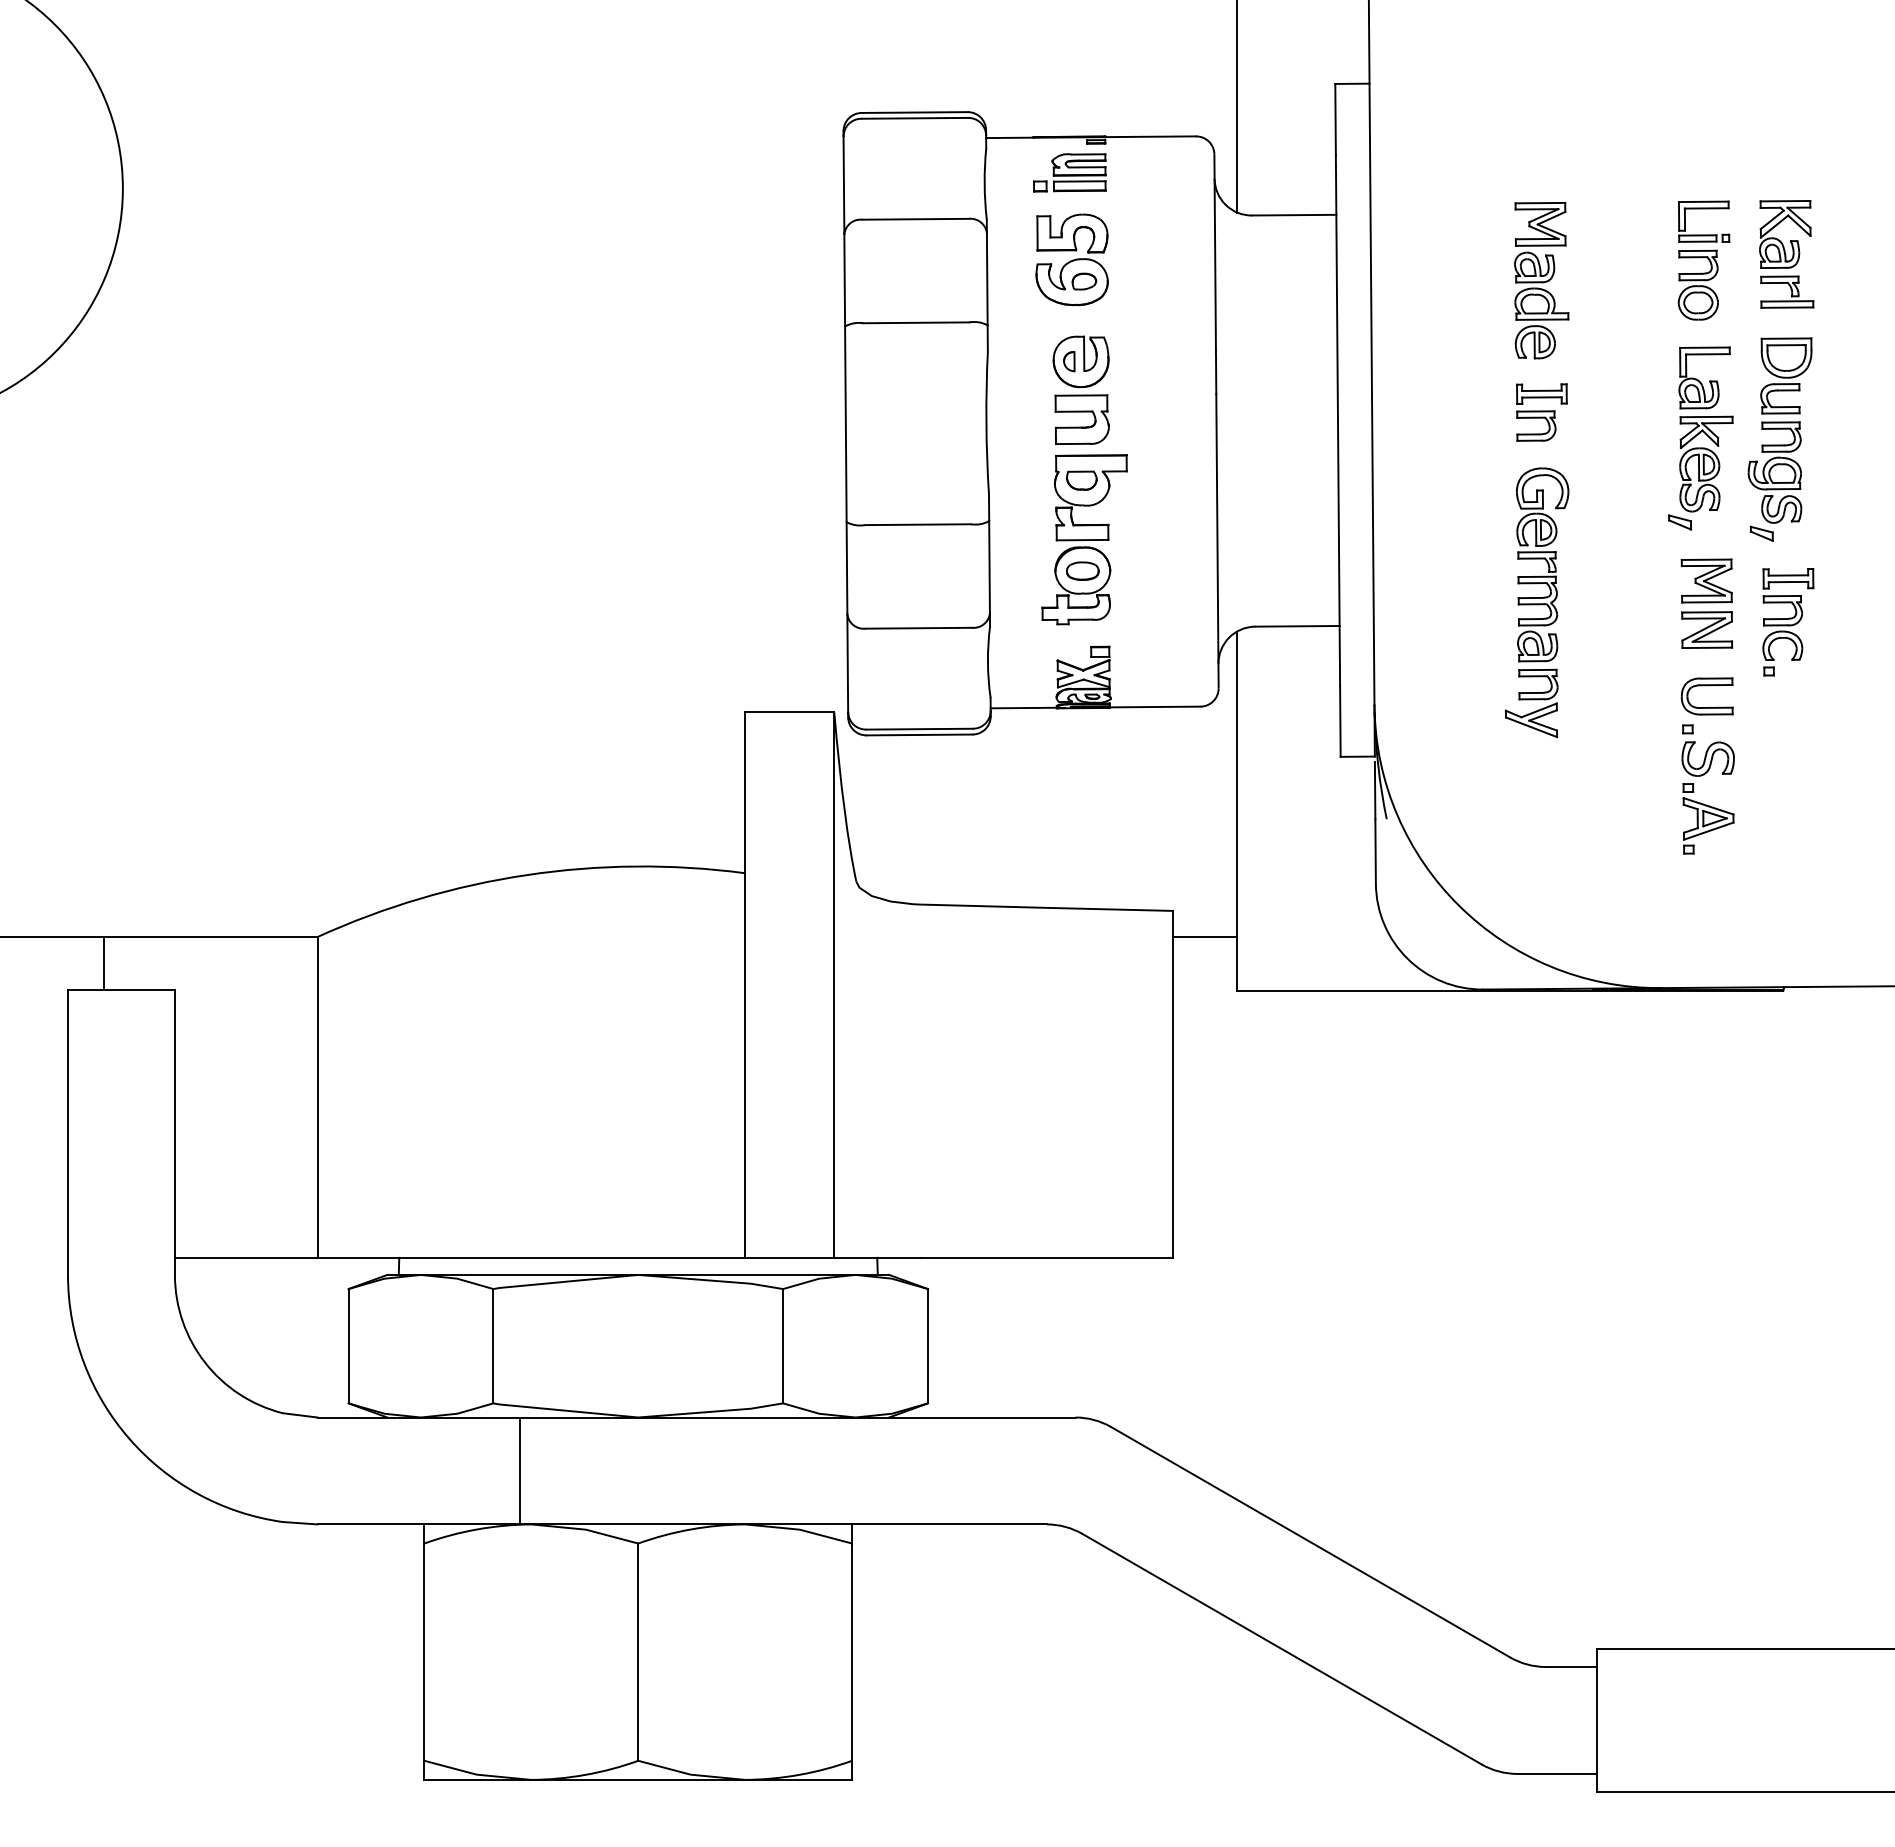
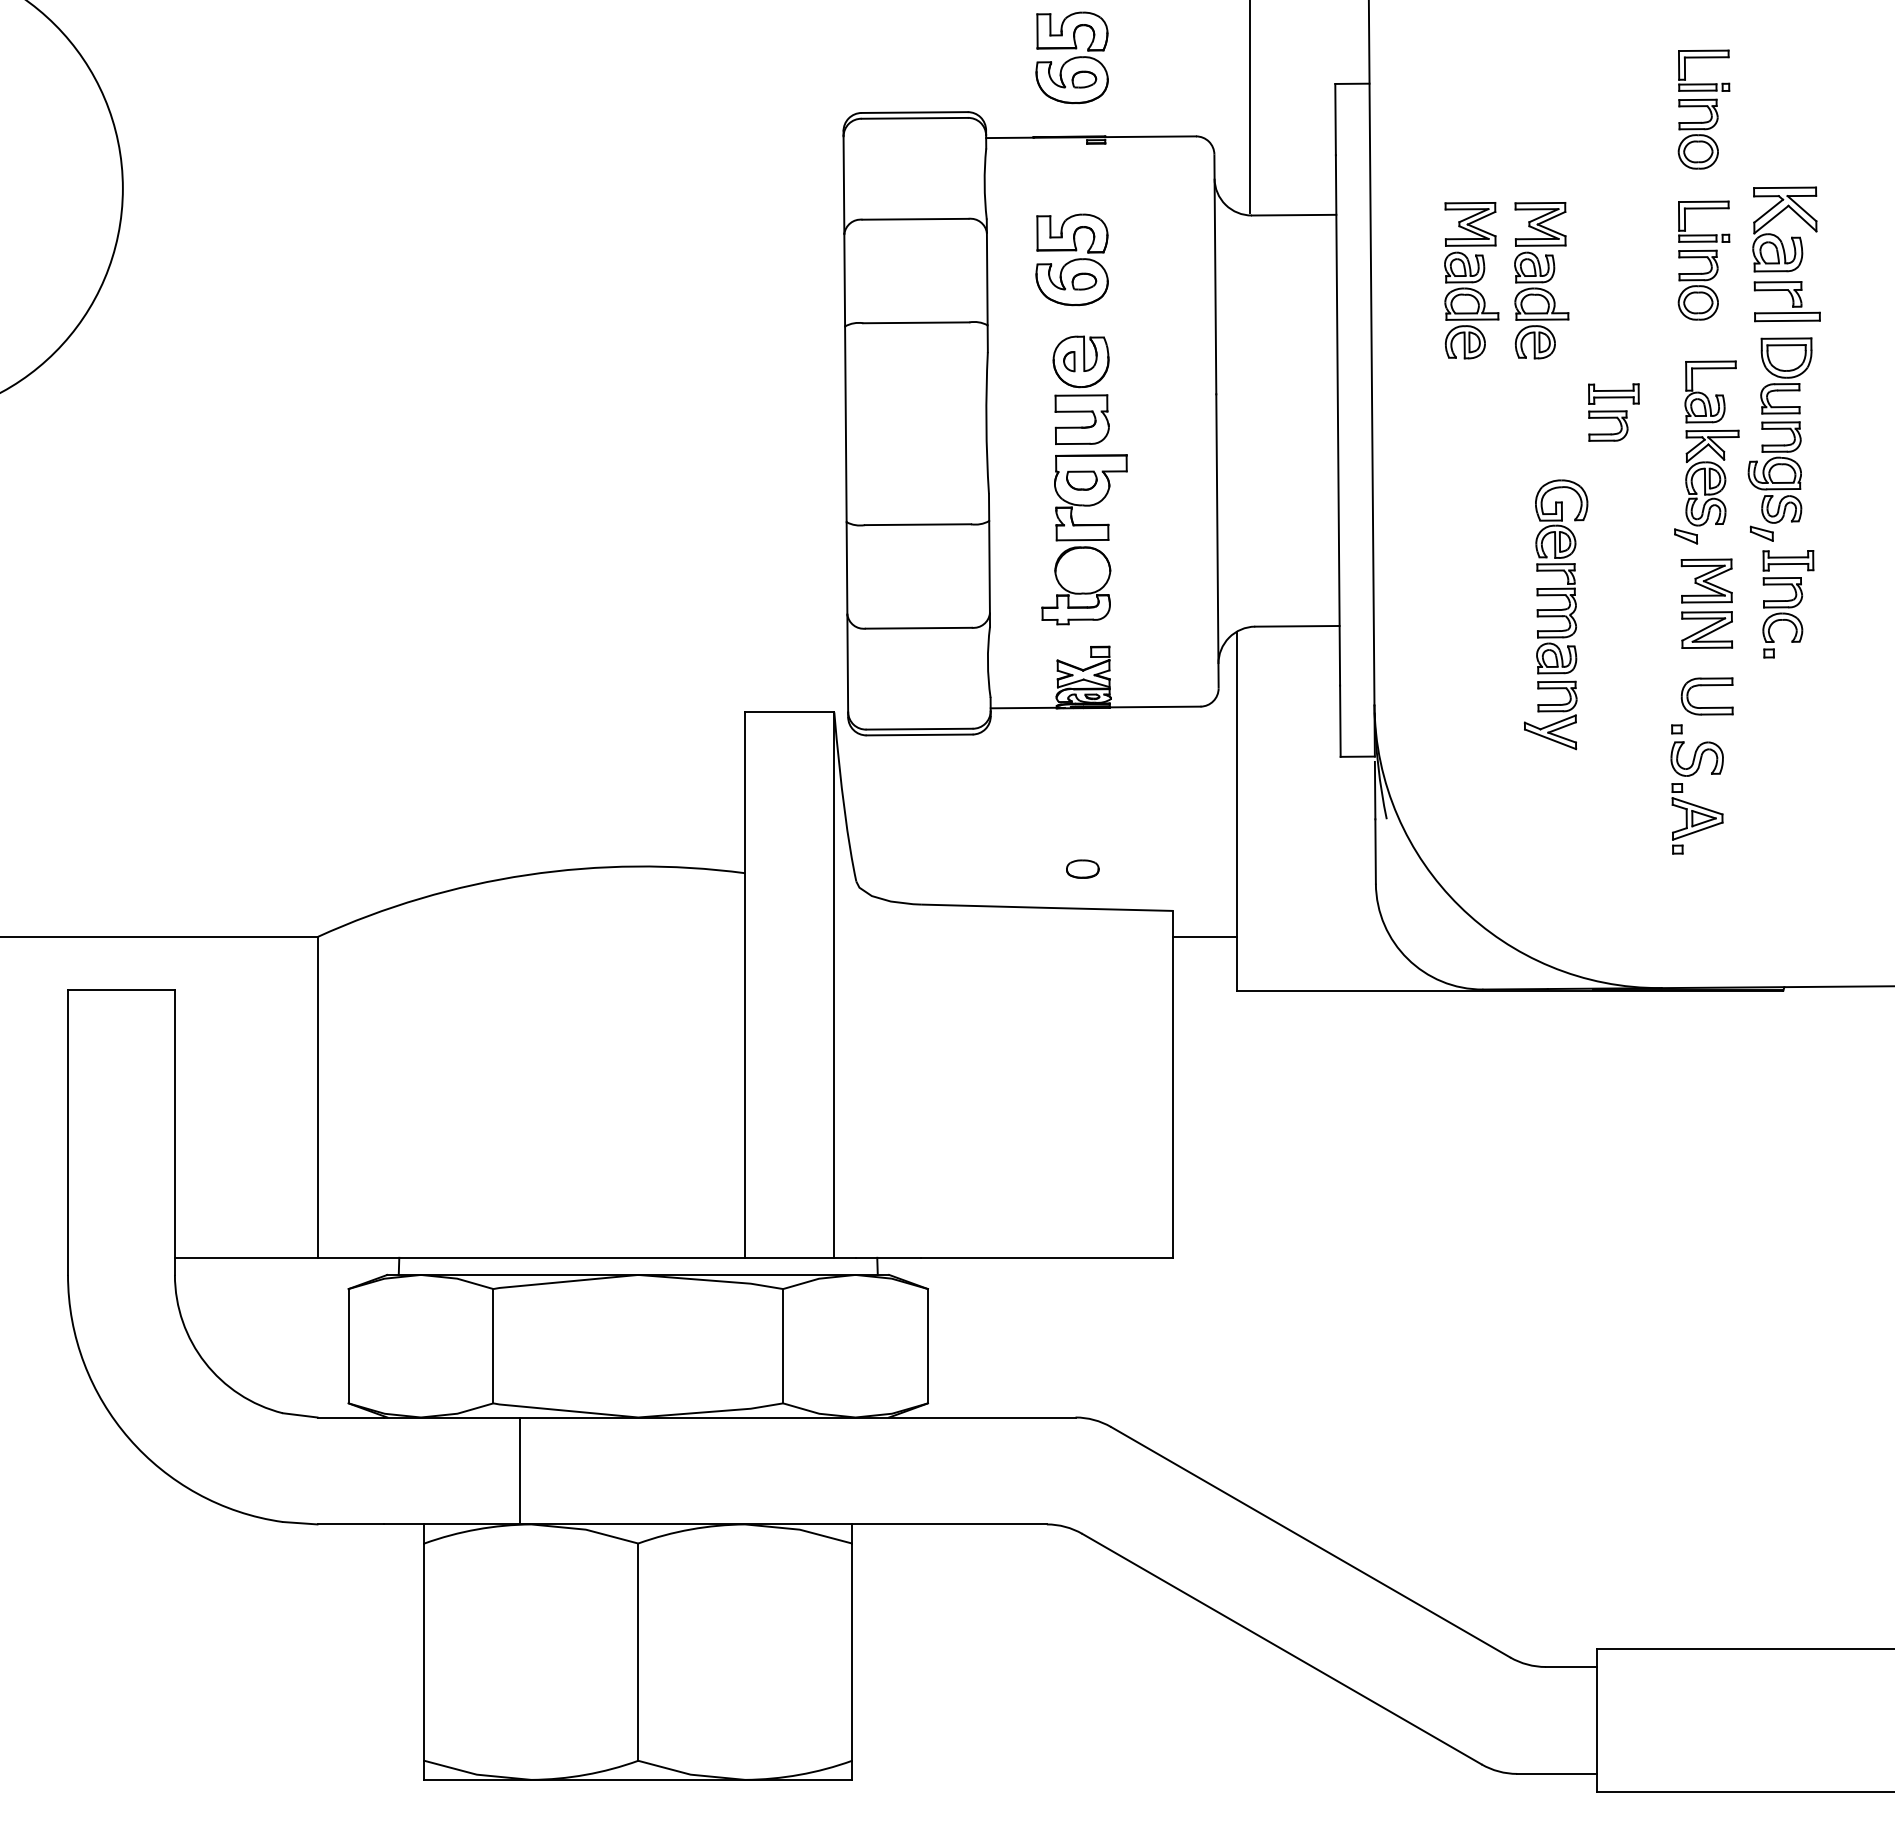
part at (1071, 57): none -> present
line at (1237, 107) position: (1237, 107) -> (1250, 107)
part at (1703, 109): none -> present
part at (1069, 172): present -> none
part at (1786, 254) size: 56x109 px -> 69x137 px
part at (1471, 280): none -> present
part at (1541, 412) position: (1541, 412) -> (1613, 412)
part at (1700, 438) position: (1700, 438) -> (1706, 452)
part at (1082, 570) position: (1082, 570) -> (1082, 868)
part at (1536, 602) position: (1536, 602) -> (1555, 614)
part at (1788, 622) position: (1788, 622) -> (1788, 604)
part at (1694, 791) position: (1694, 791) -> (1683, 791)
line at (103, 963): present -> none
